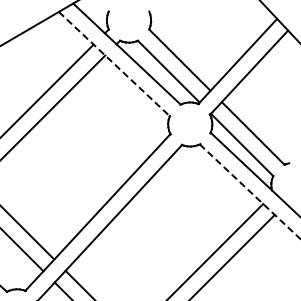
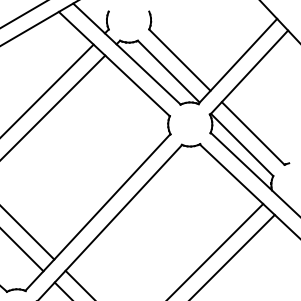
line at (23, 14): none -> present
line at (114, 64): dashed -> solid
line at (250, 192): dashed -> solid
